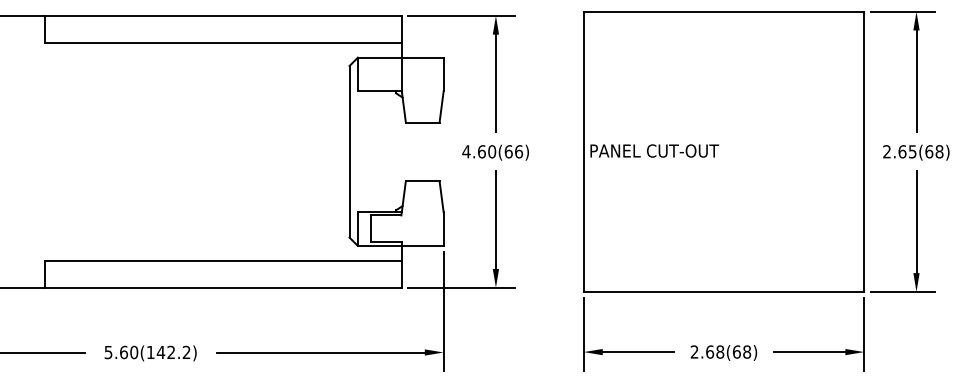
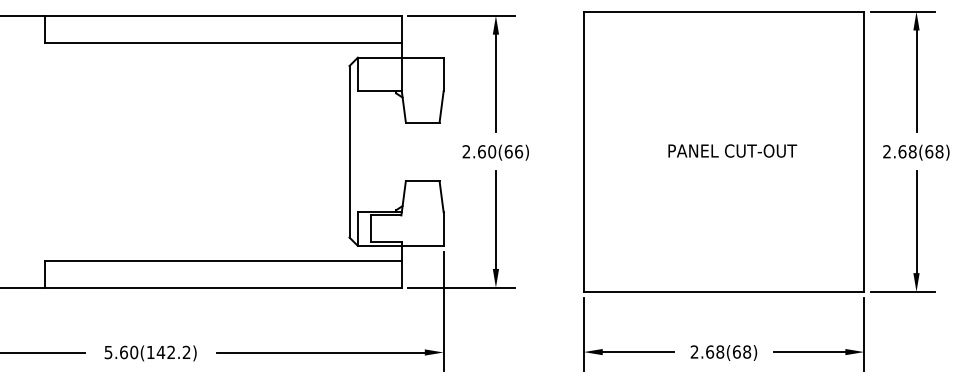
text at (654, 150) position: (654, 150) -> (732, 150)
text at (466, 151): 4.60(66) -> 2.60(66)
text at (912, 151): 2.65(68) -> 2.68(68)
